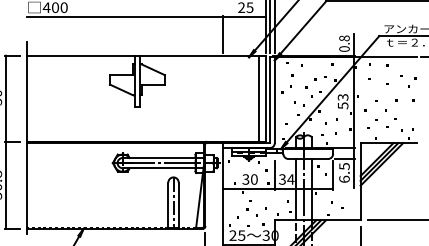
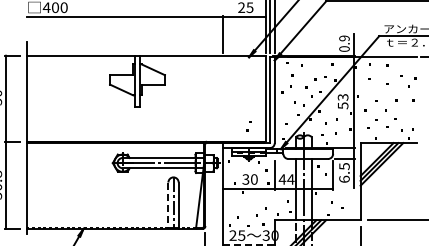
text at (344, 38): 0.8 -> 0.9
line at (259, 98): present -> none
text at (282, 179): 34 -> 44
part at (248, 205) position: (248, 205) -> (248, 126)
line at (168, 206): solid -> dashed
line at (249, 244): solid -> dashed
